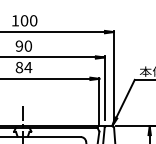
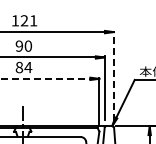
text at (28, 20): 100 -> 121
line at (113, 75): solid -> dashed
line at (50, 78): solid -> dashed
